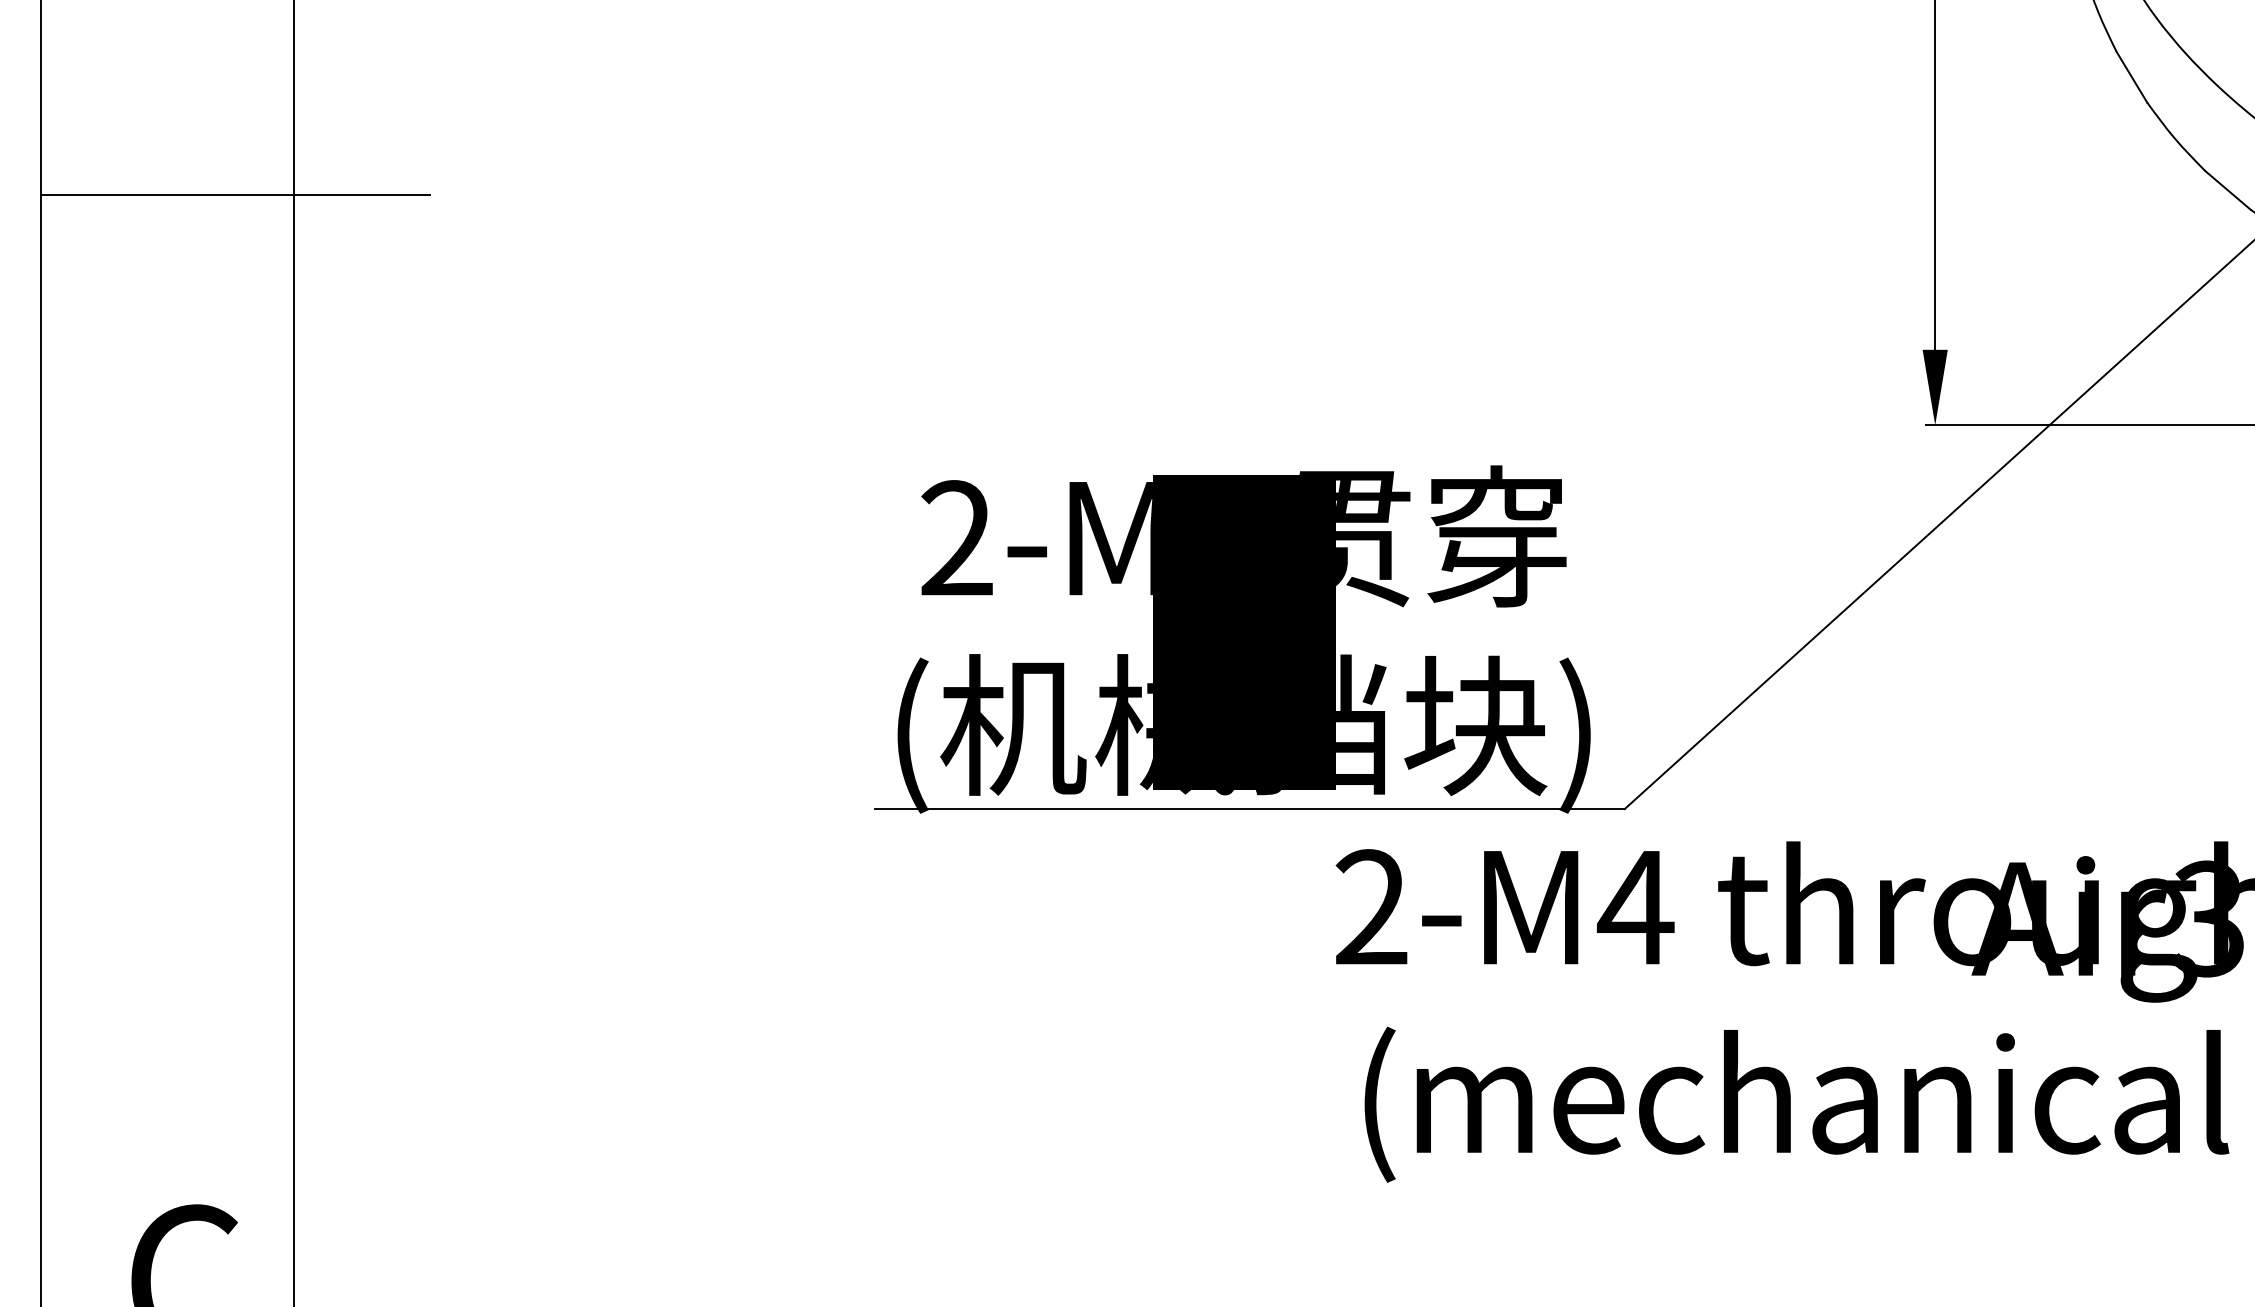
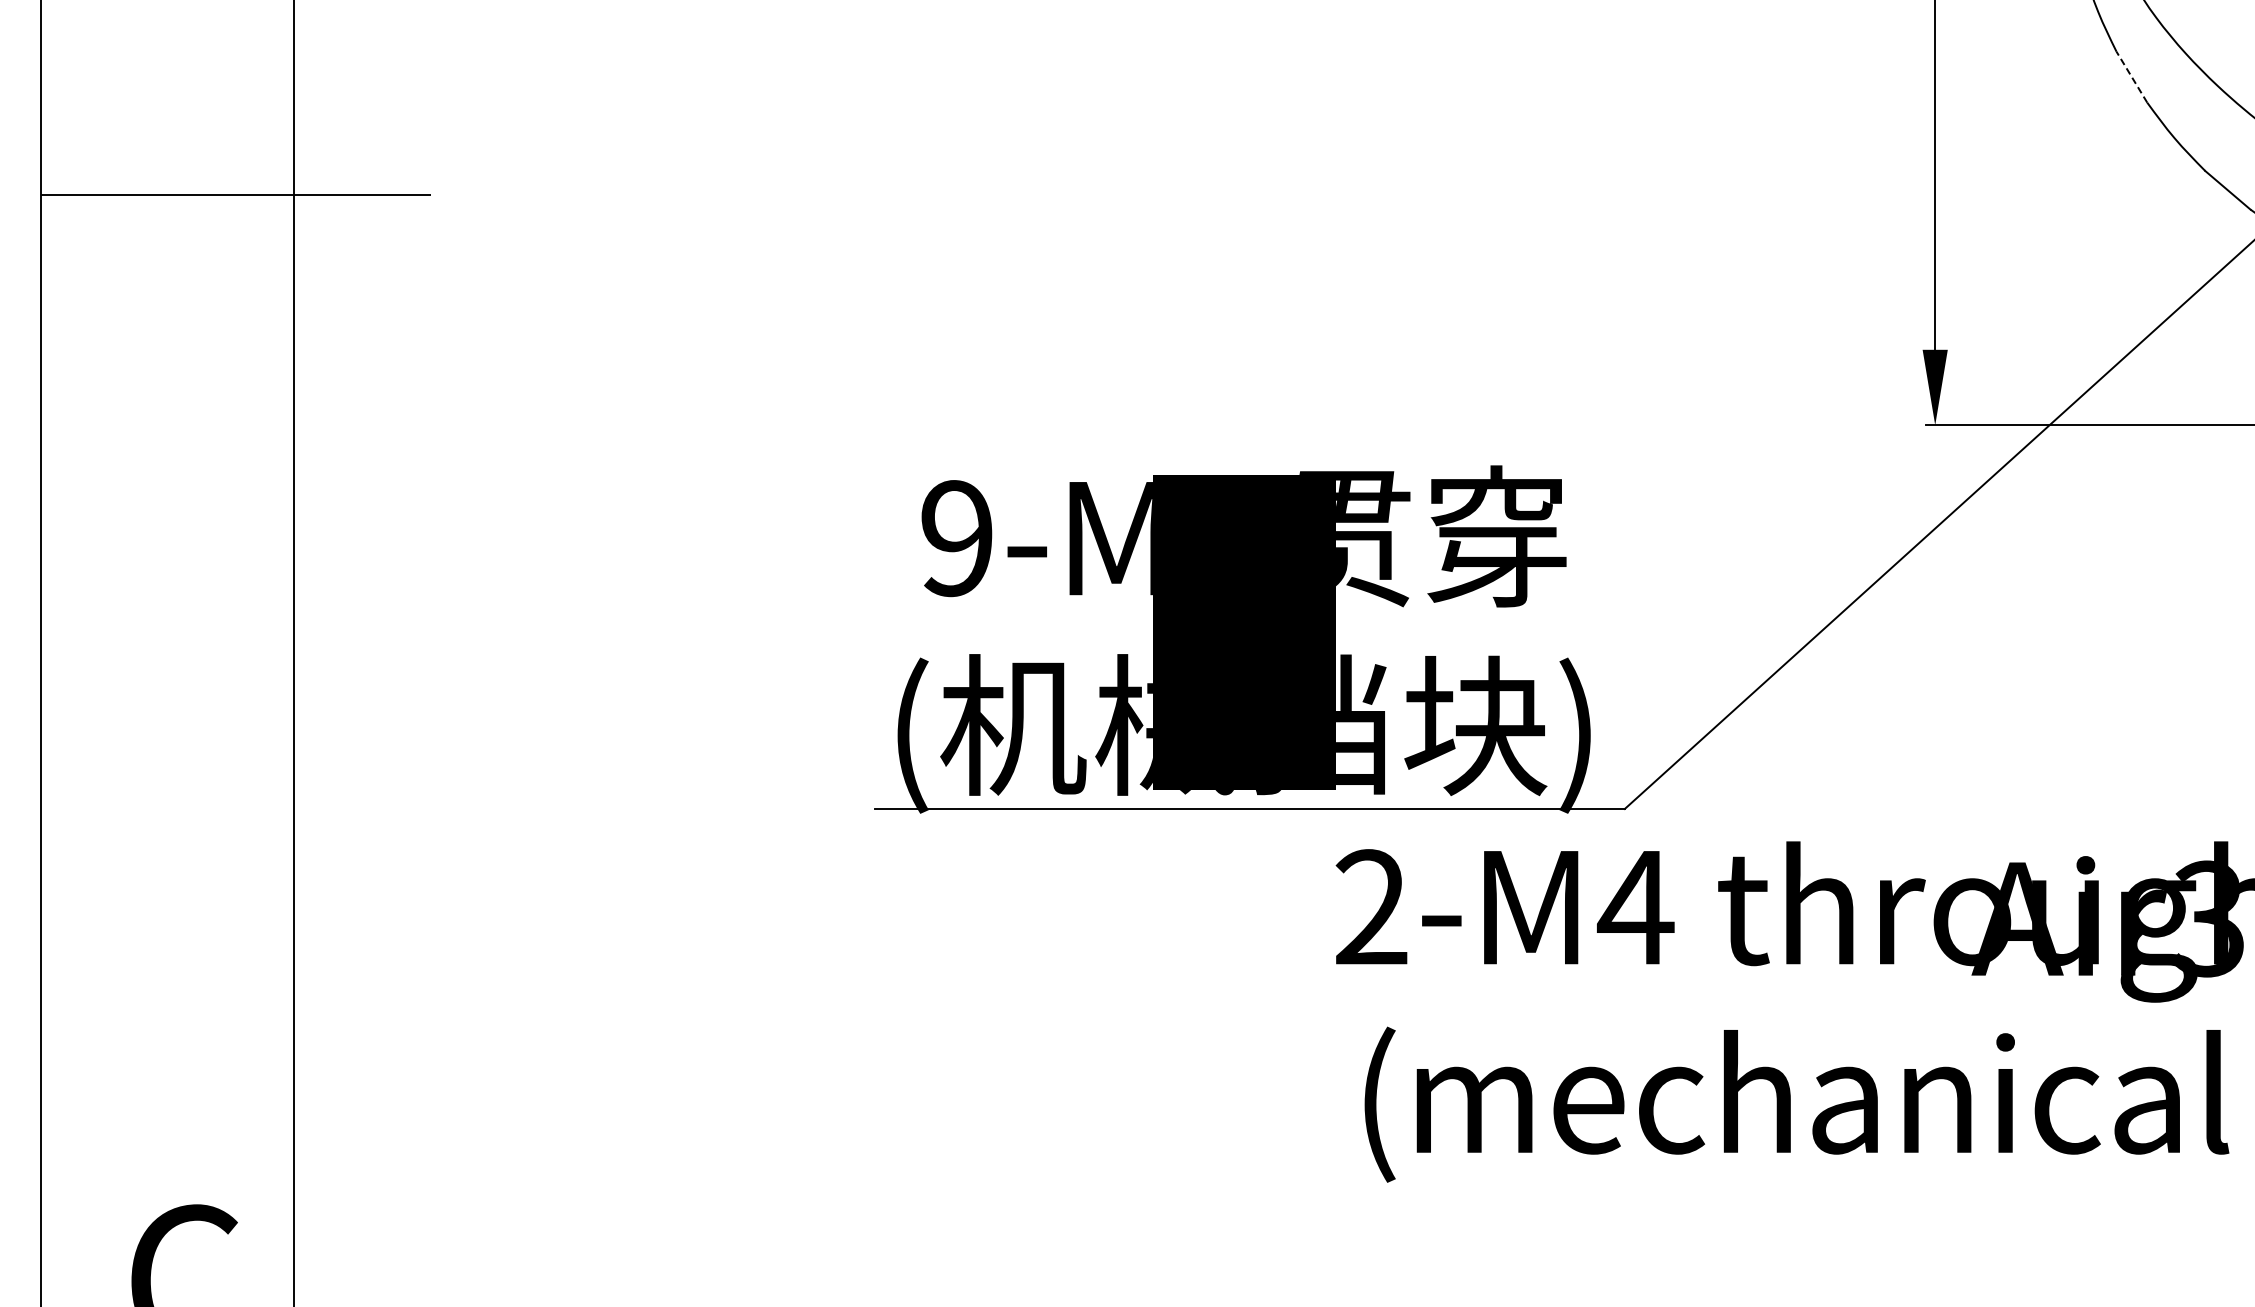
line at (2131, 77): solid -> dashed
text at (956, 538): 2-M4 -> 9-M4
